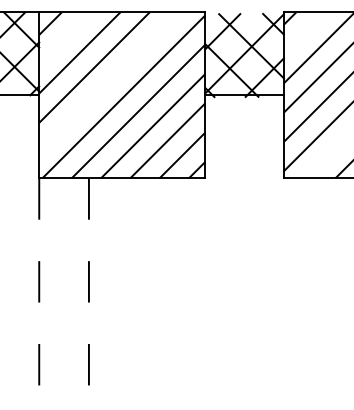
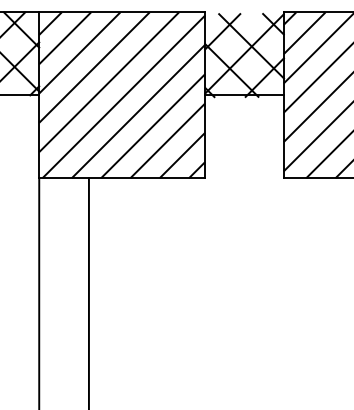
line at (304, 33): none -> present
line at (65, 38): none -> present
line at (108, 82): none -> present
line at (328, 155): none -> present
line at (39, 294): dashed -> solid
line at (88, 294): dashed -> solid
